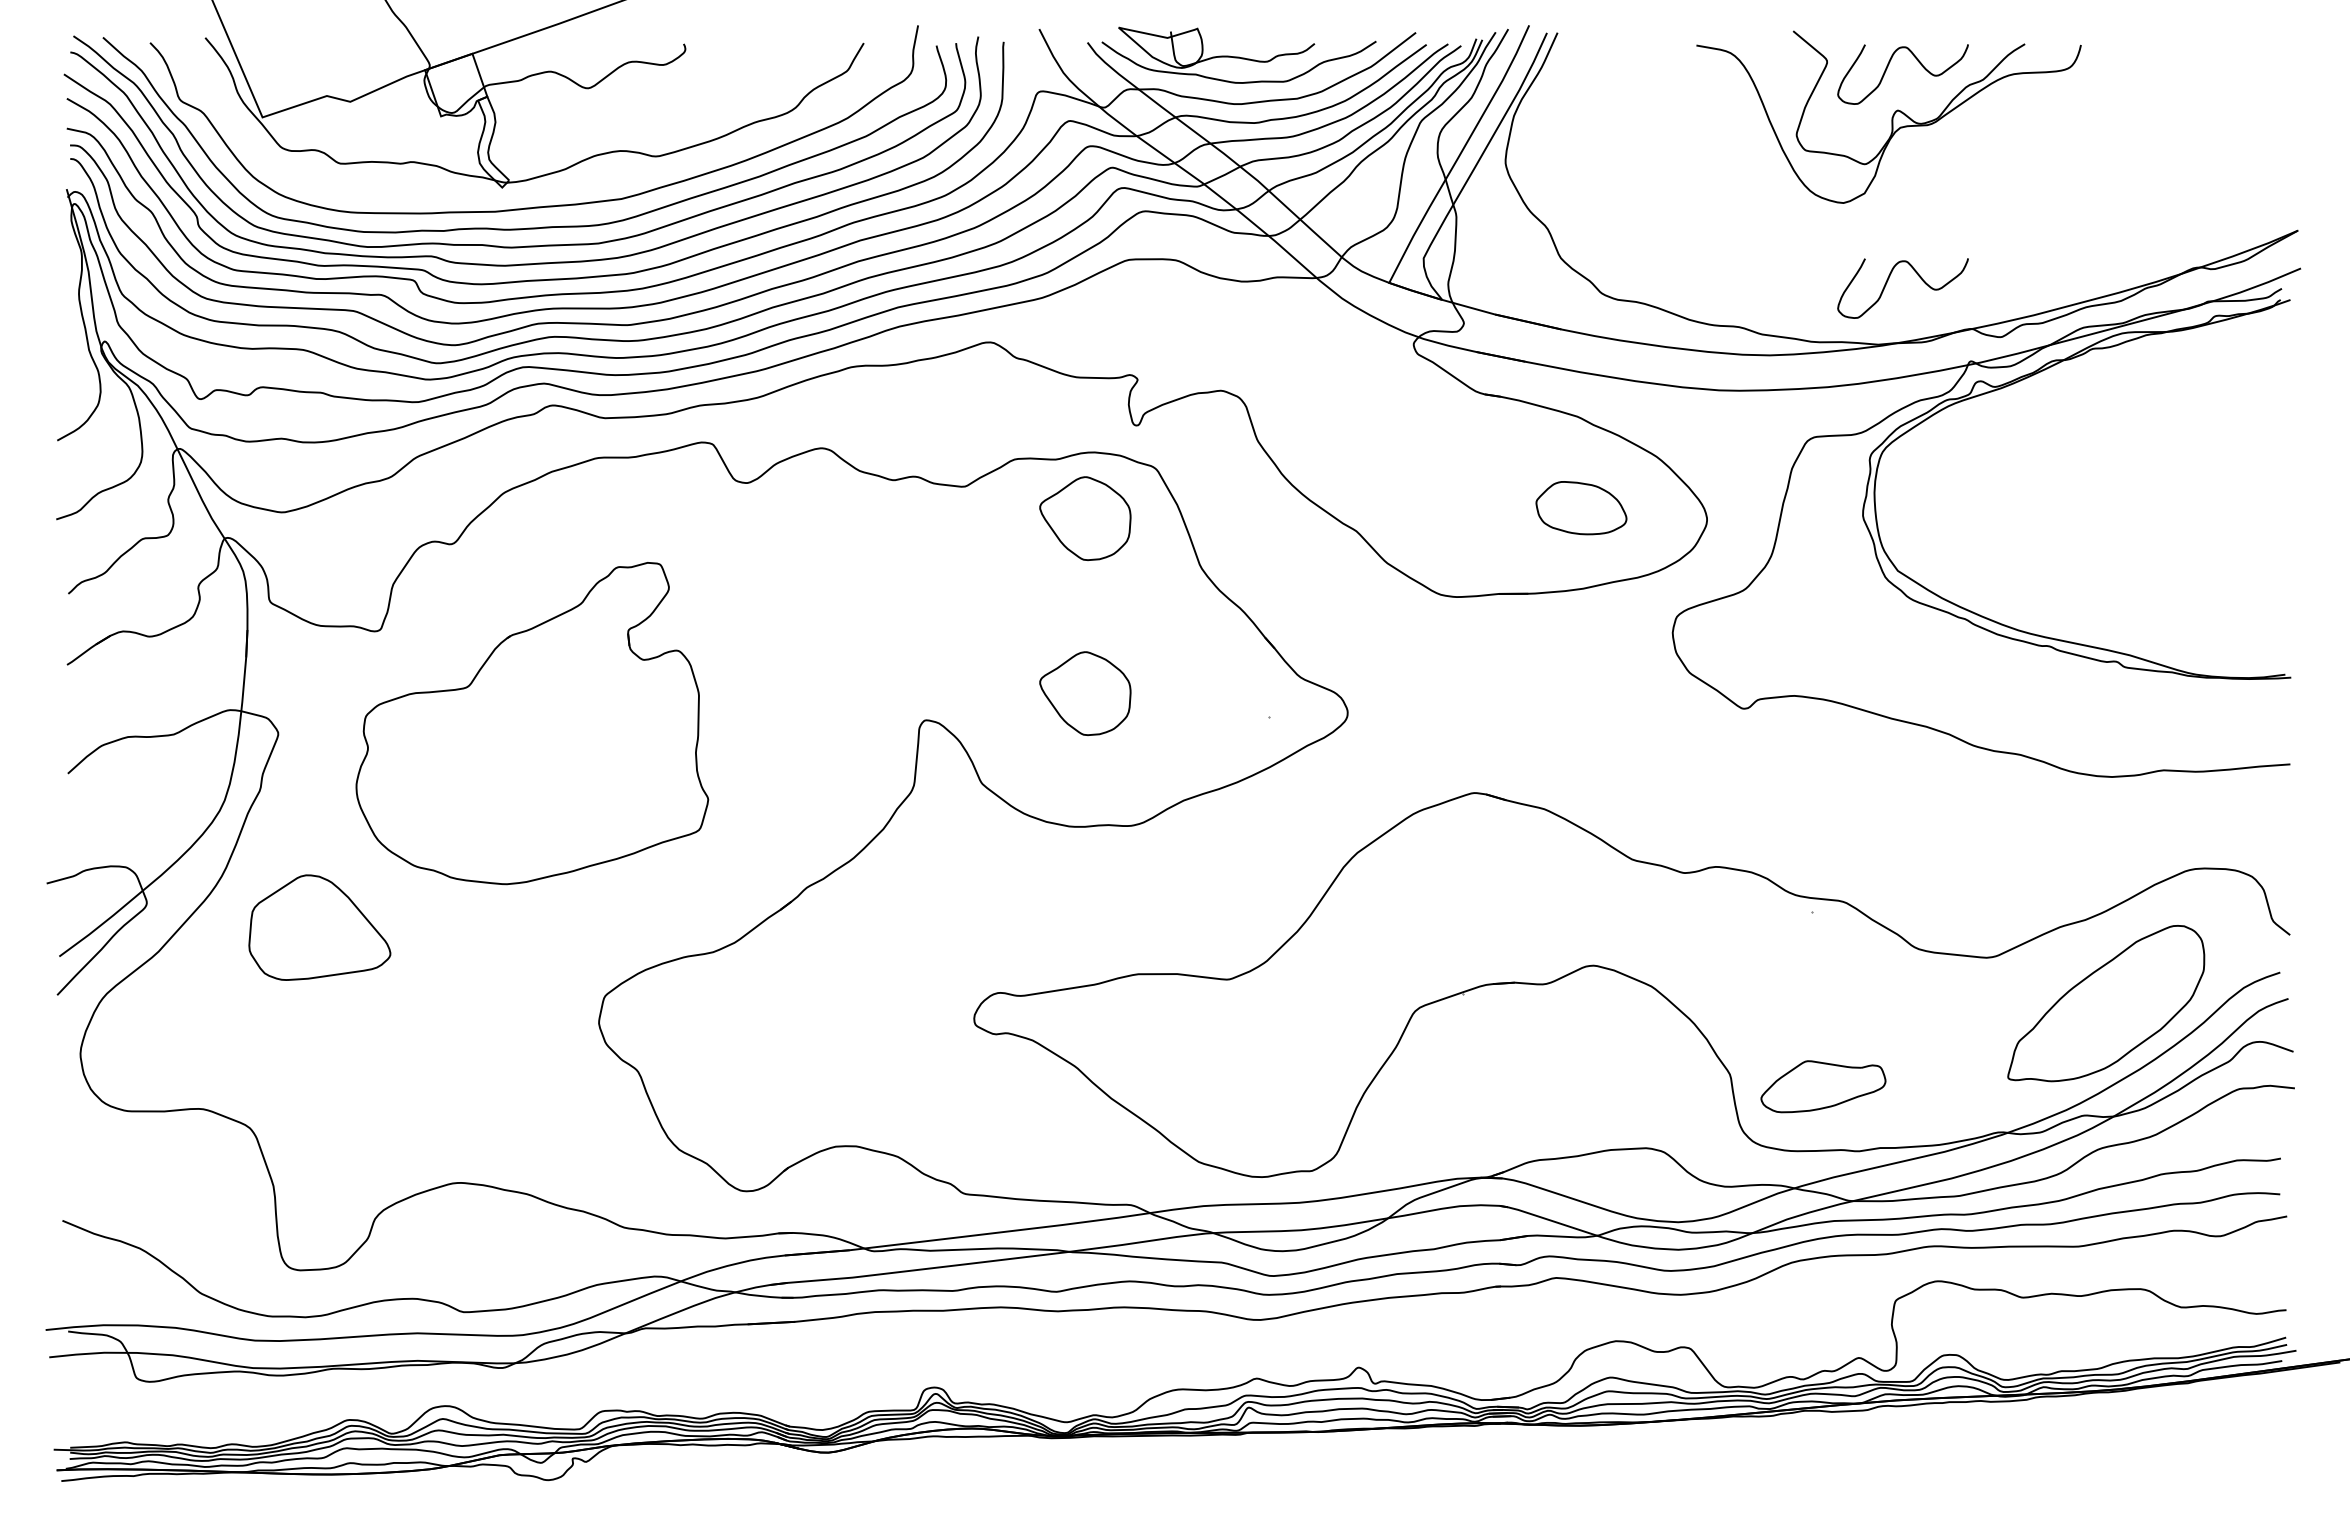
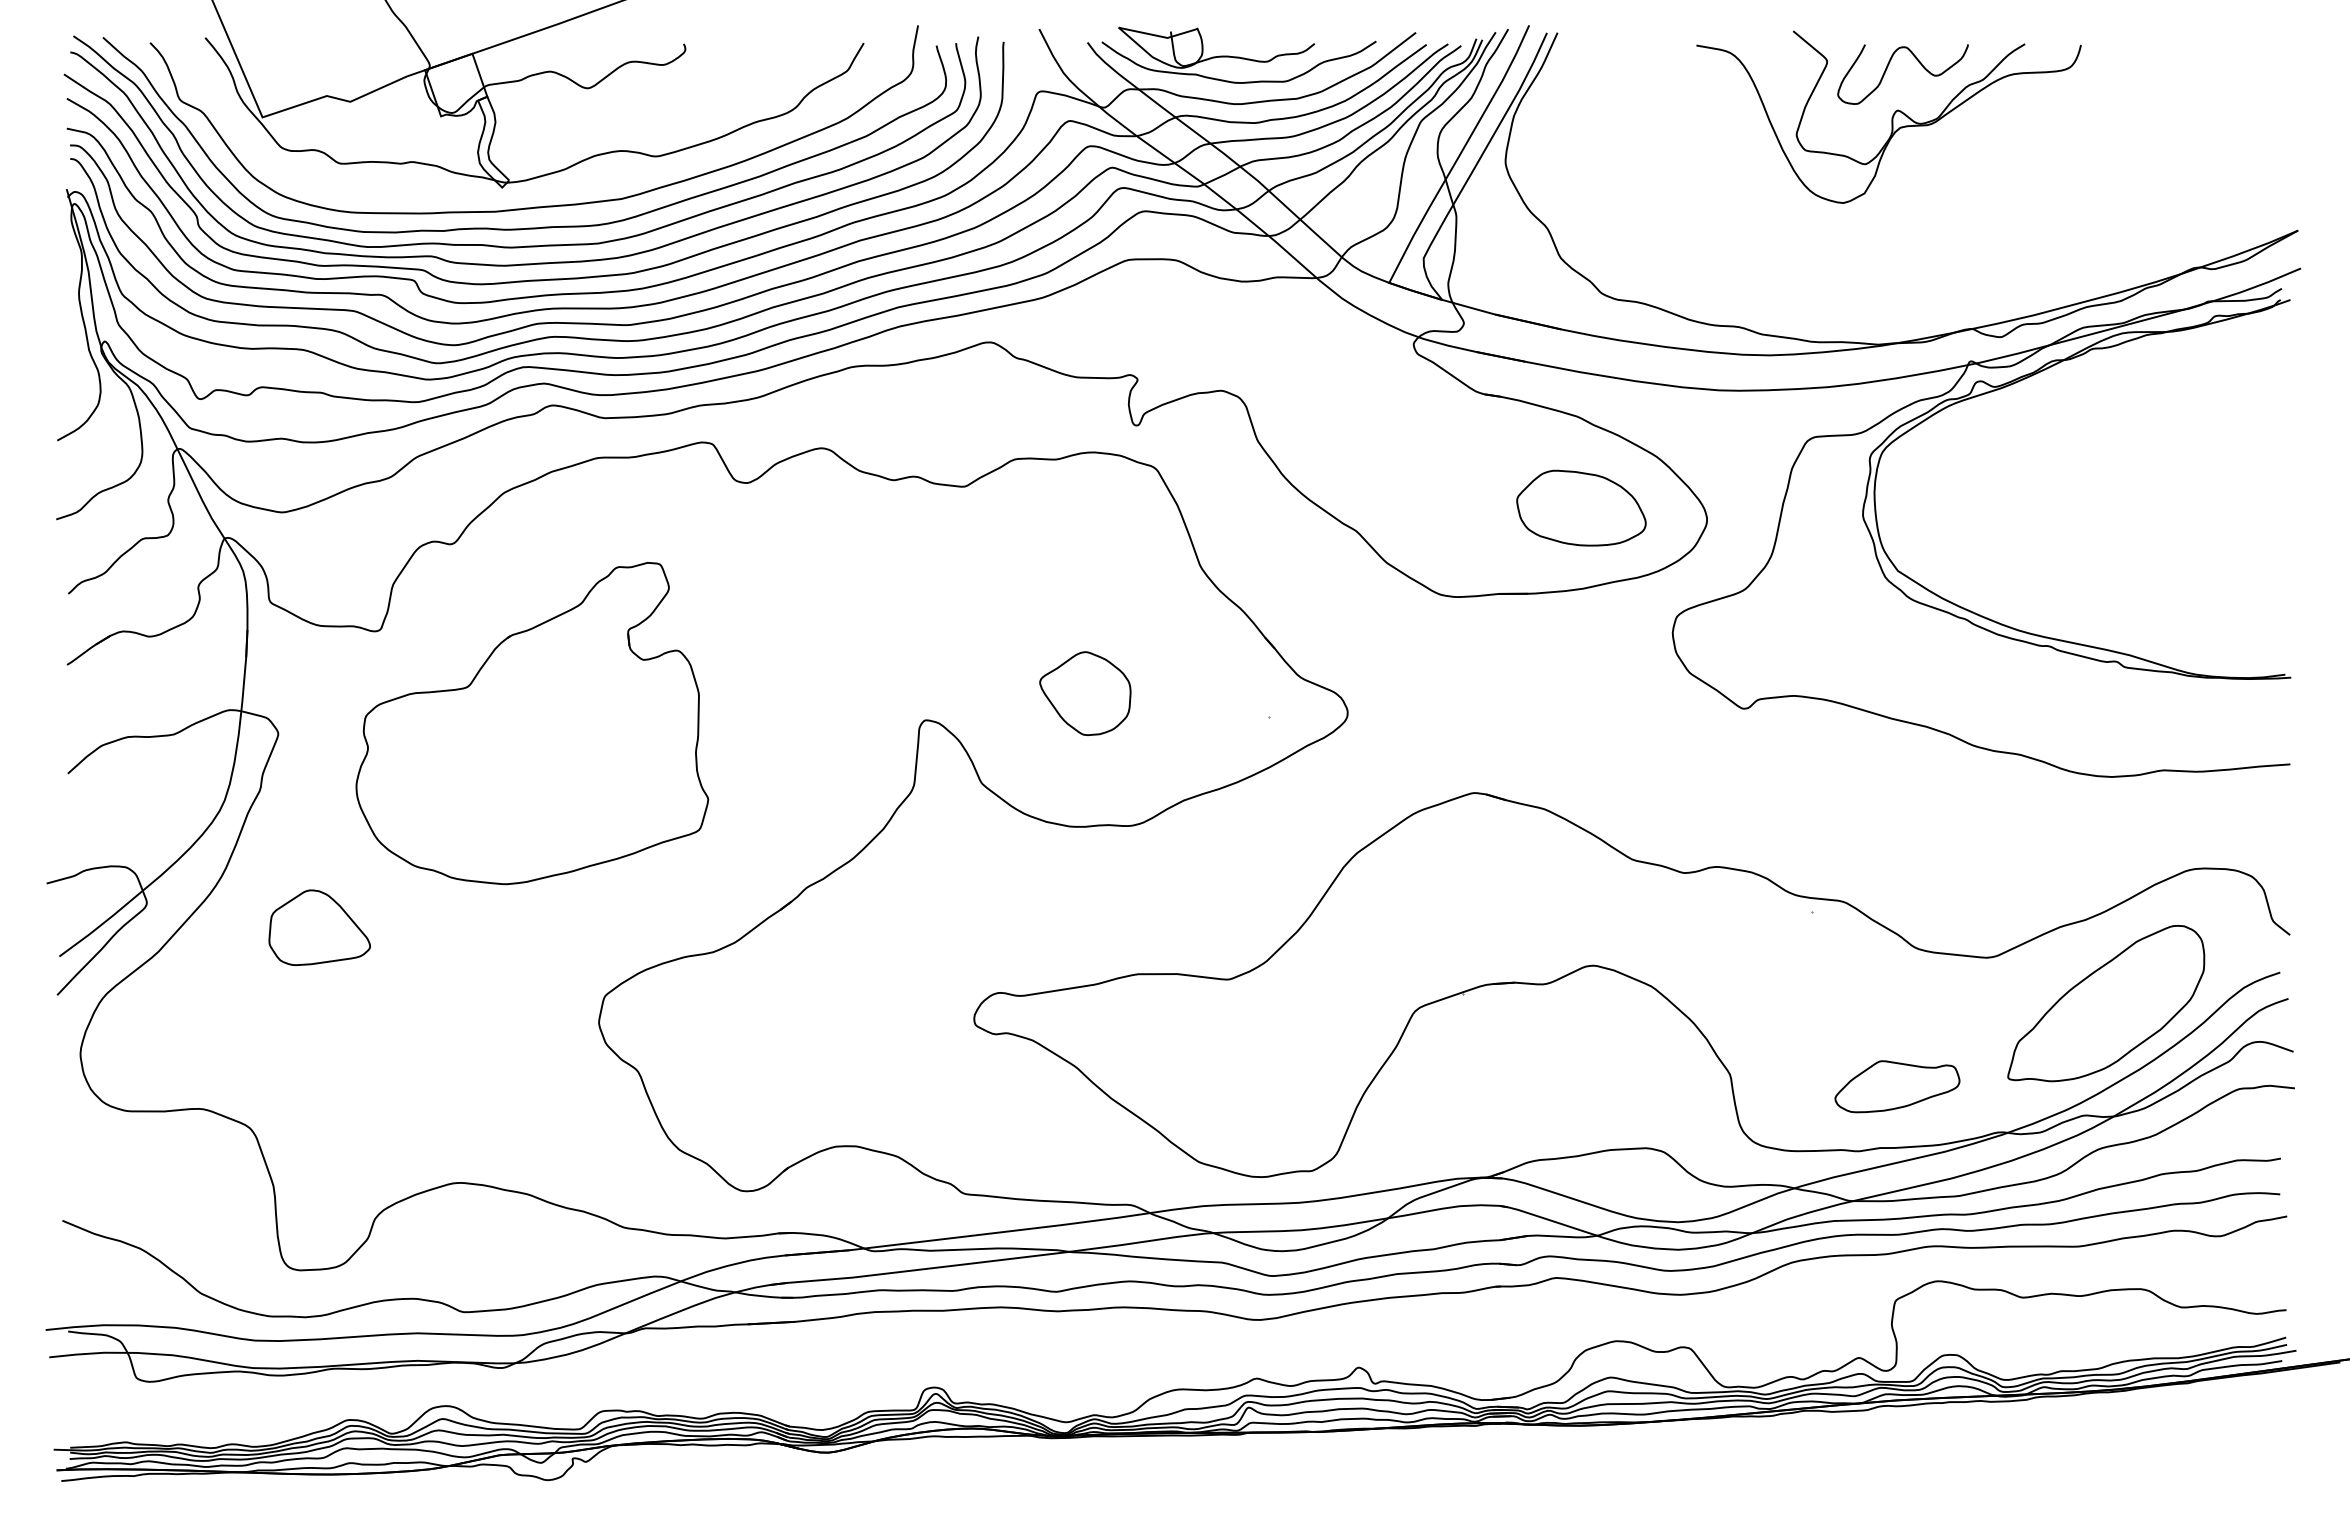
curve at (1887, 283): present -> none
part at (1581, 508) size: 93x55 px -> 131x78 px
part at (1085, 518): present -> none
part at (319, 927) size: 144x107 px -> 103x78 px
part at (1823, 1086) position: (1823, 1086) -> (1897, 1086)
